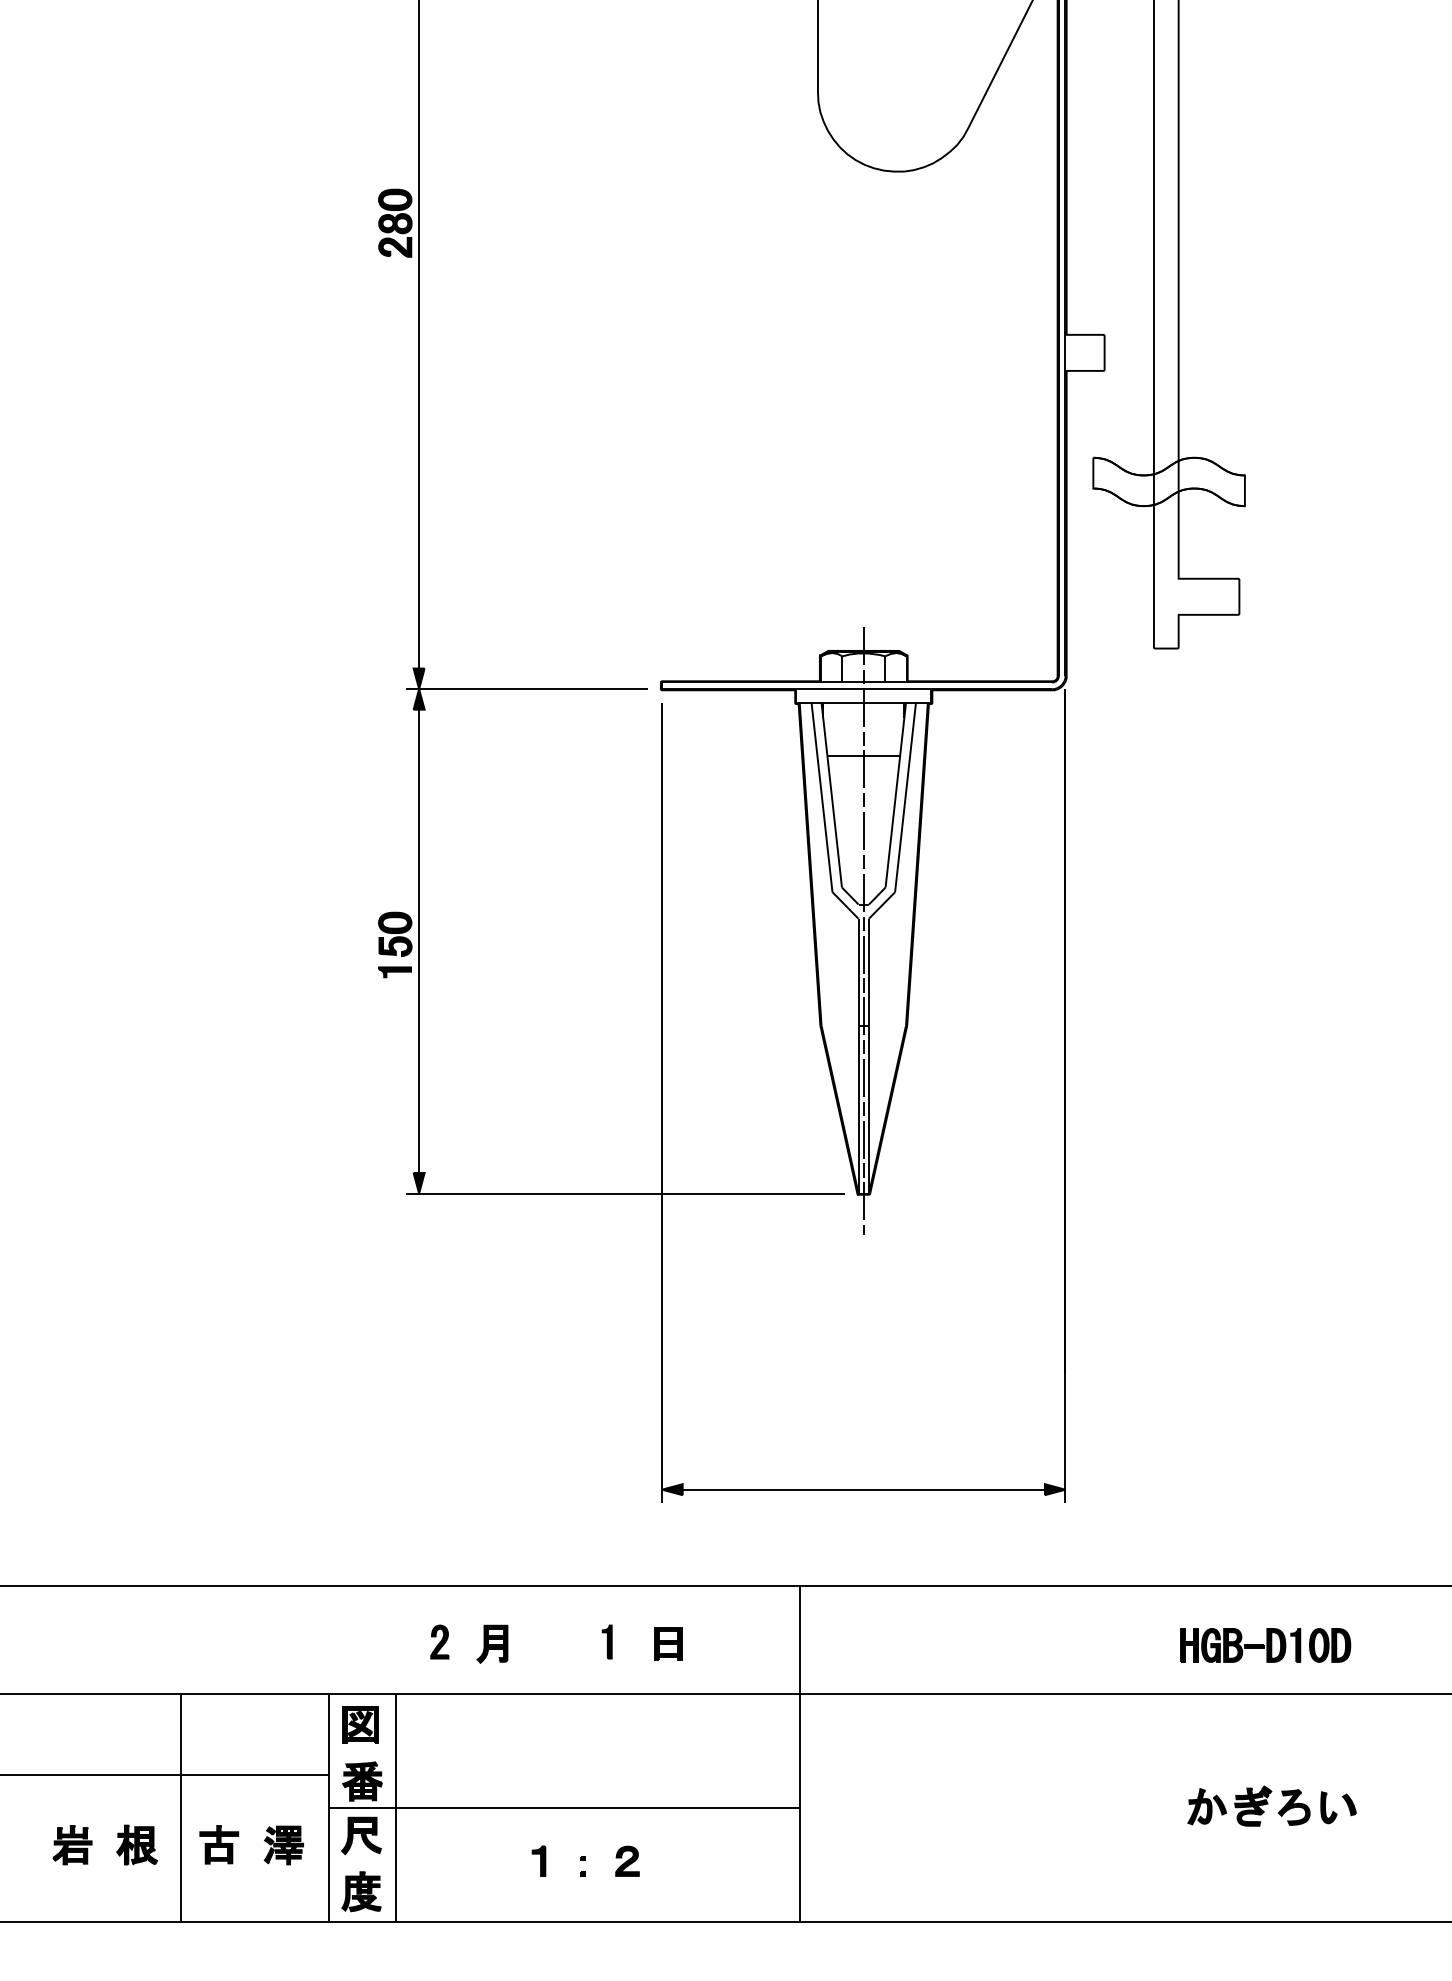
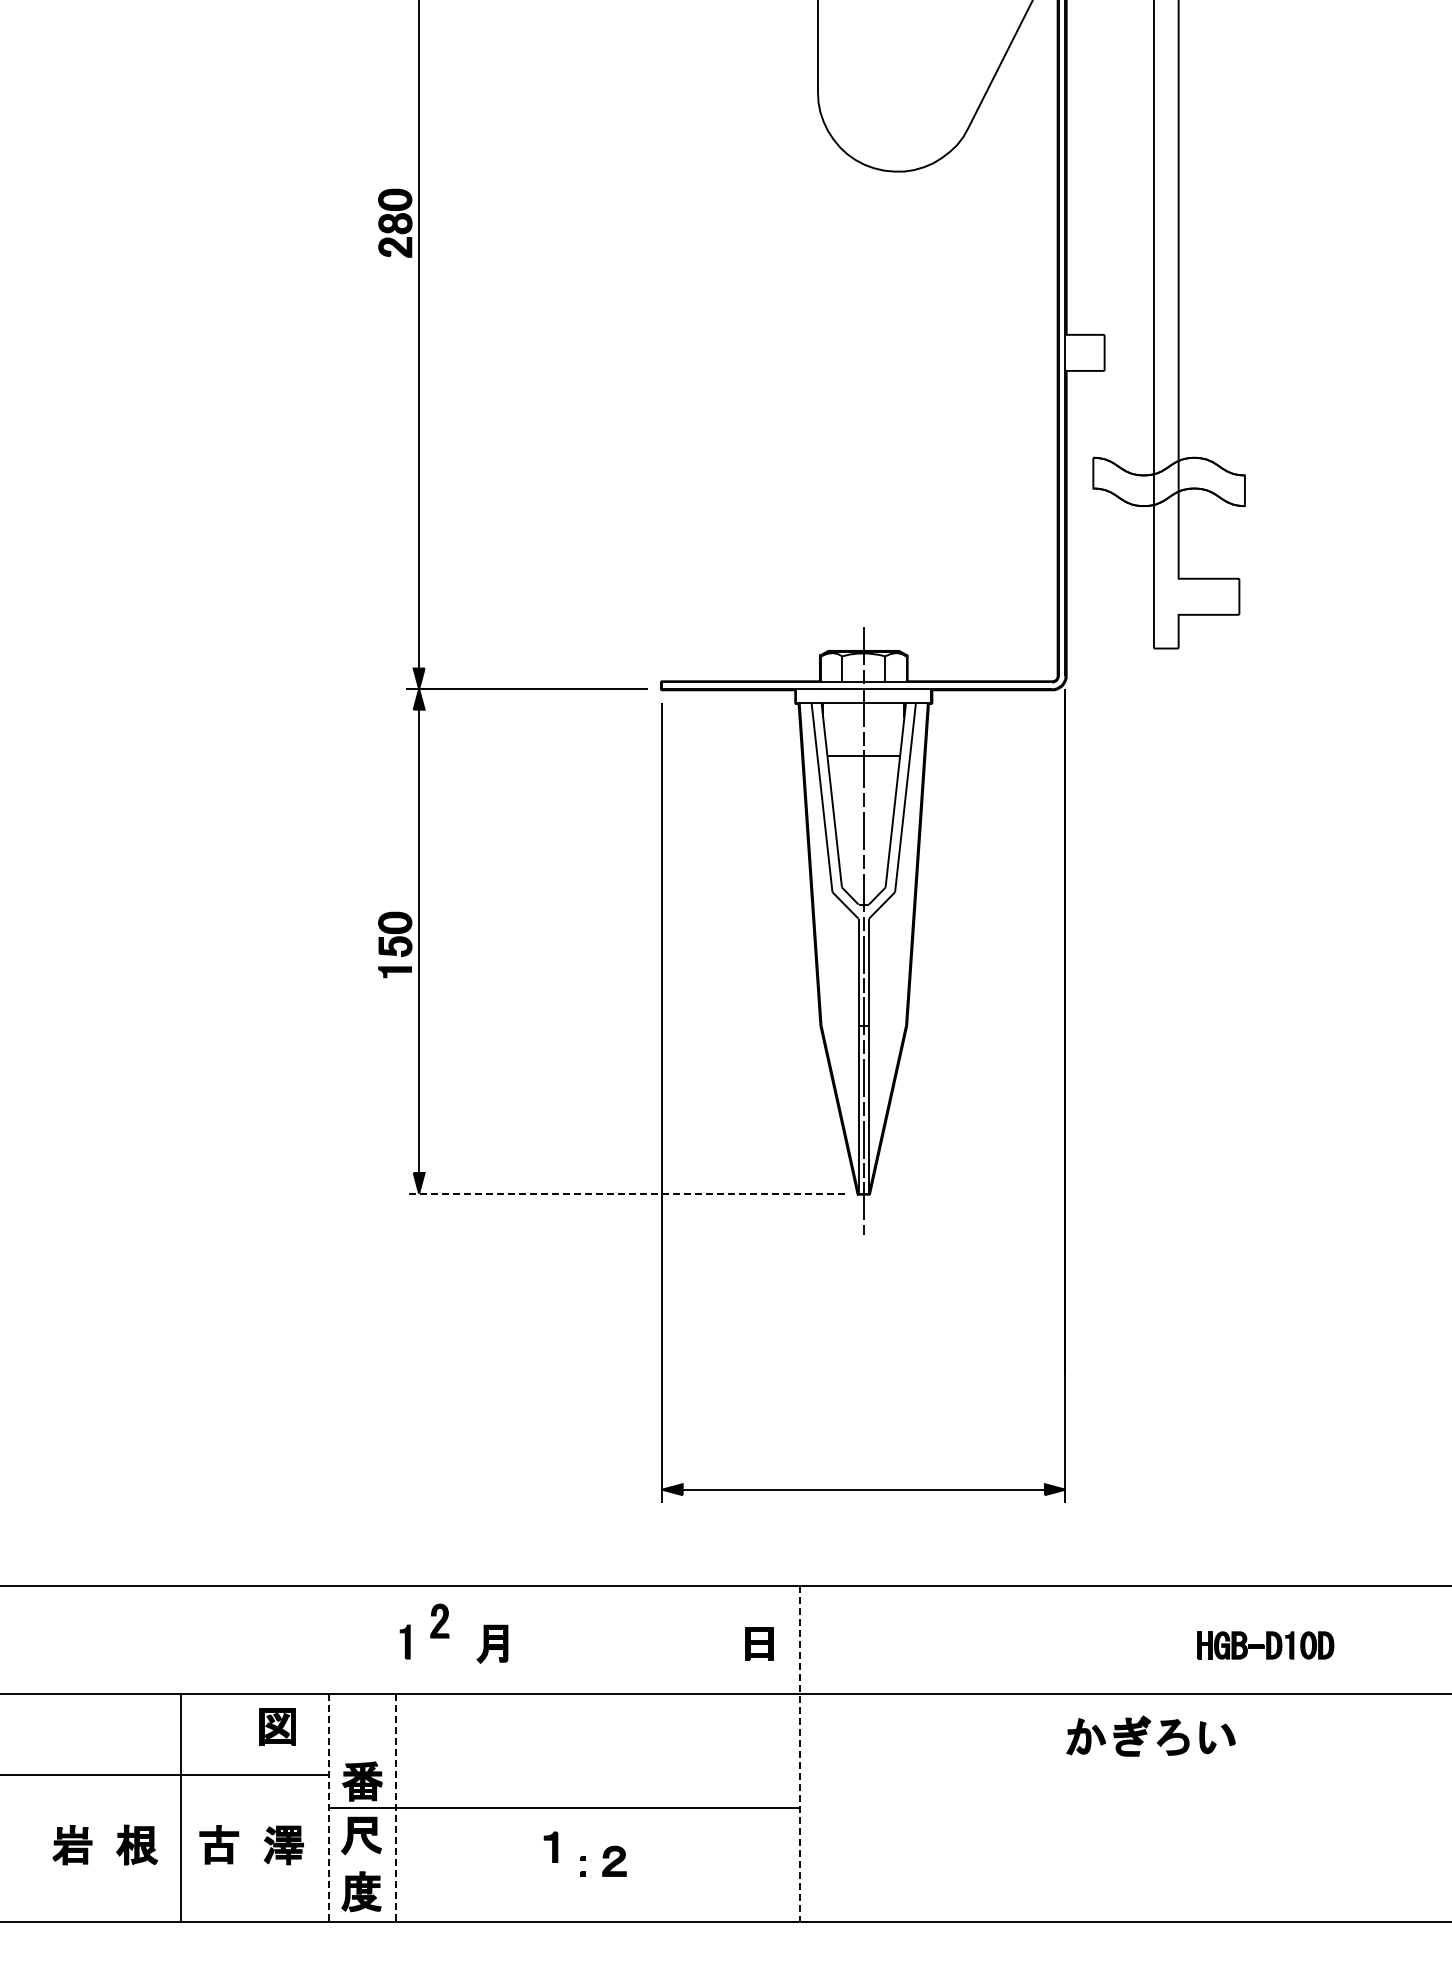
line at (625, 1193): solid -> dashed
part at (439, 1641) position: (439, 1641) -> (439, 1620)
part at (606, 1641) position: (606, 1641) -> (404, 1641)
part at (668, 1643) position: (668, 1643) -> (759, 1643)
part at (1265, 1645) size: 172x35 px -> 138x29 px
part at (360, 1724) position: (360, 1724) -> (277, 1726)
line at (799, 1753): solid -> dashed
part at (1271, 1805) position: (1271, 1805) -> (1150, 1735)
line at (329, 1807): solid -> dashed
line at (396, 1807): solid -> dashed
part at (538, 1860) position: (538, 1860) -> (550, 1846)
part at (627, 1860) position: (627, 1860) -> (614, 1860)
